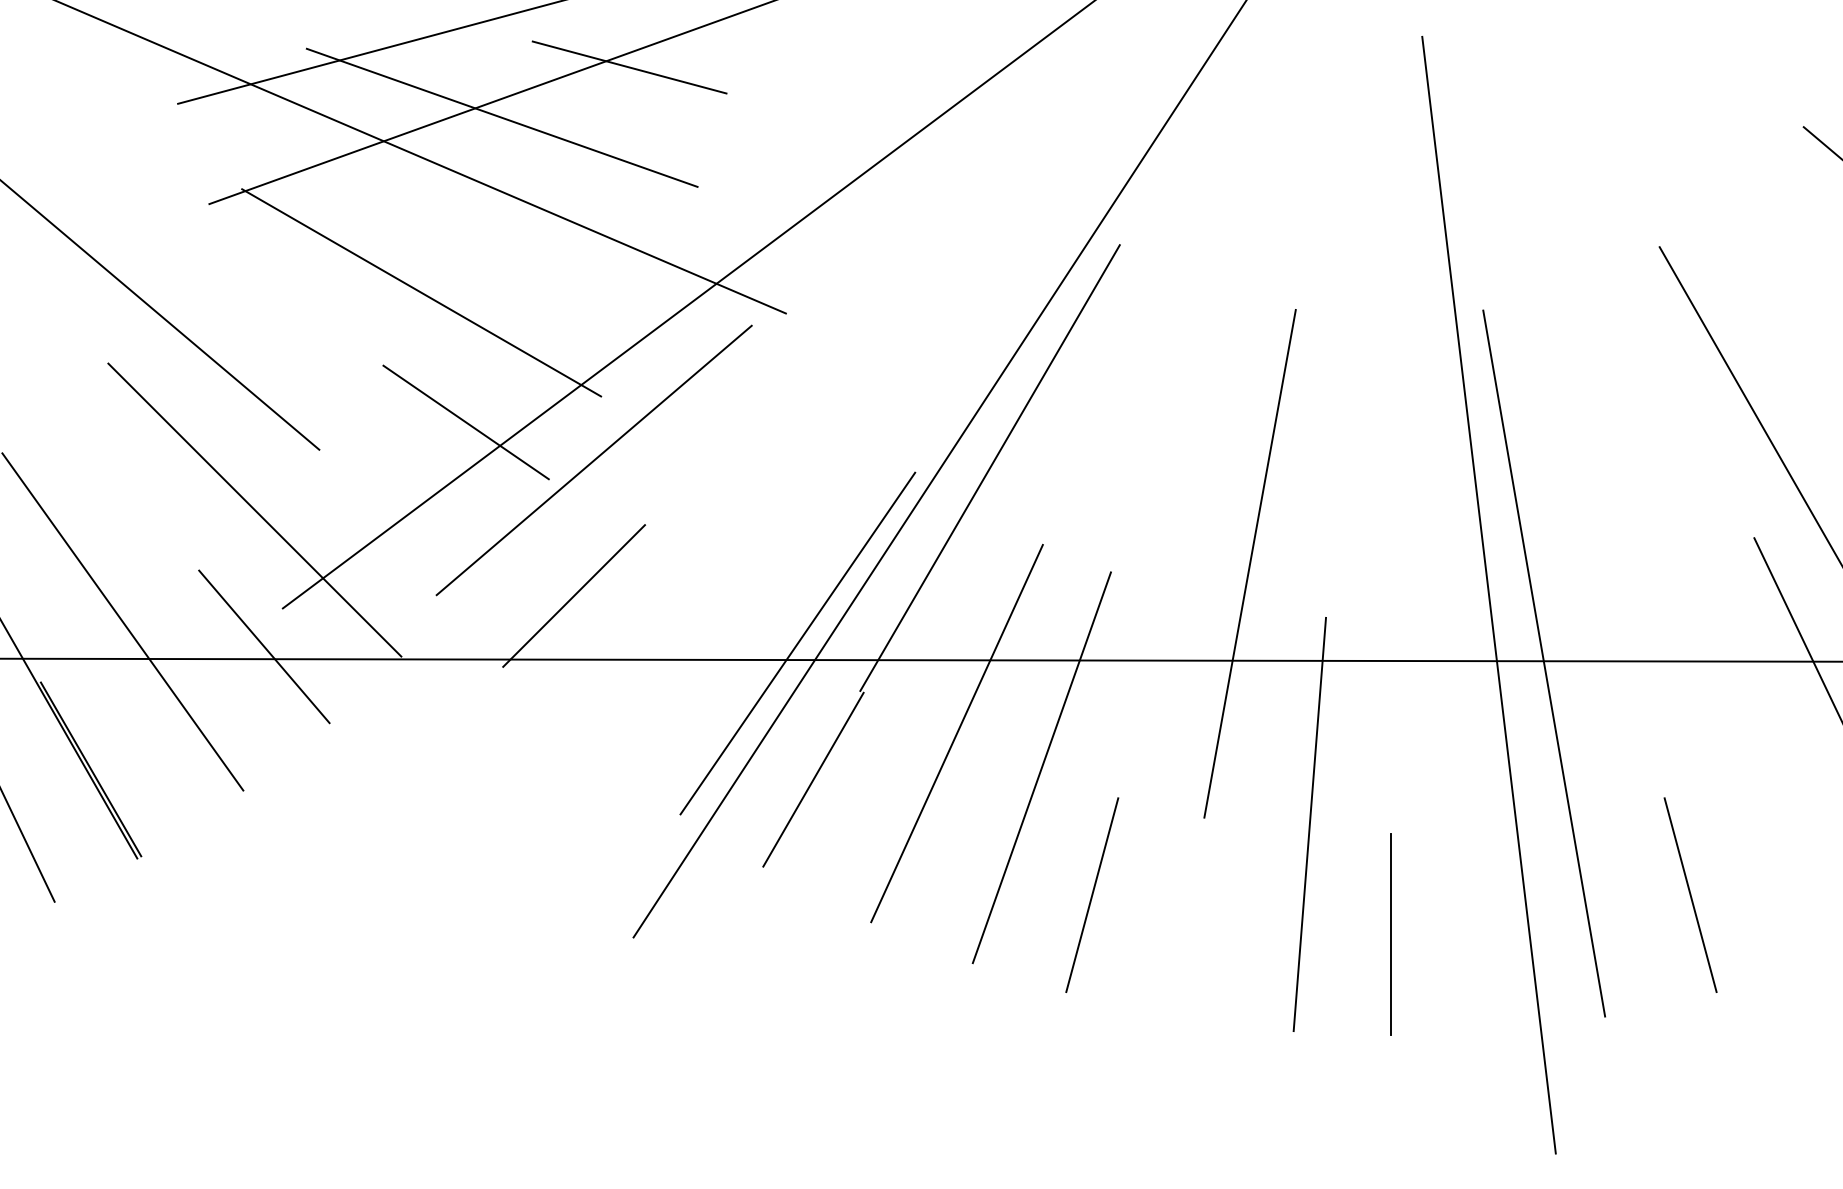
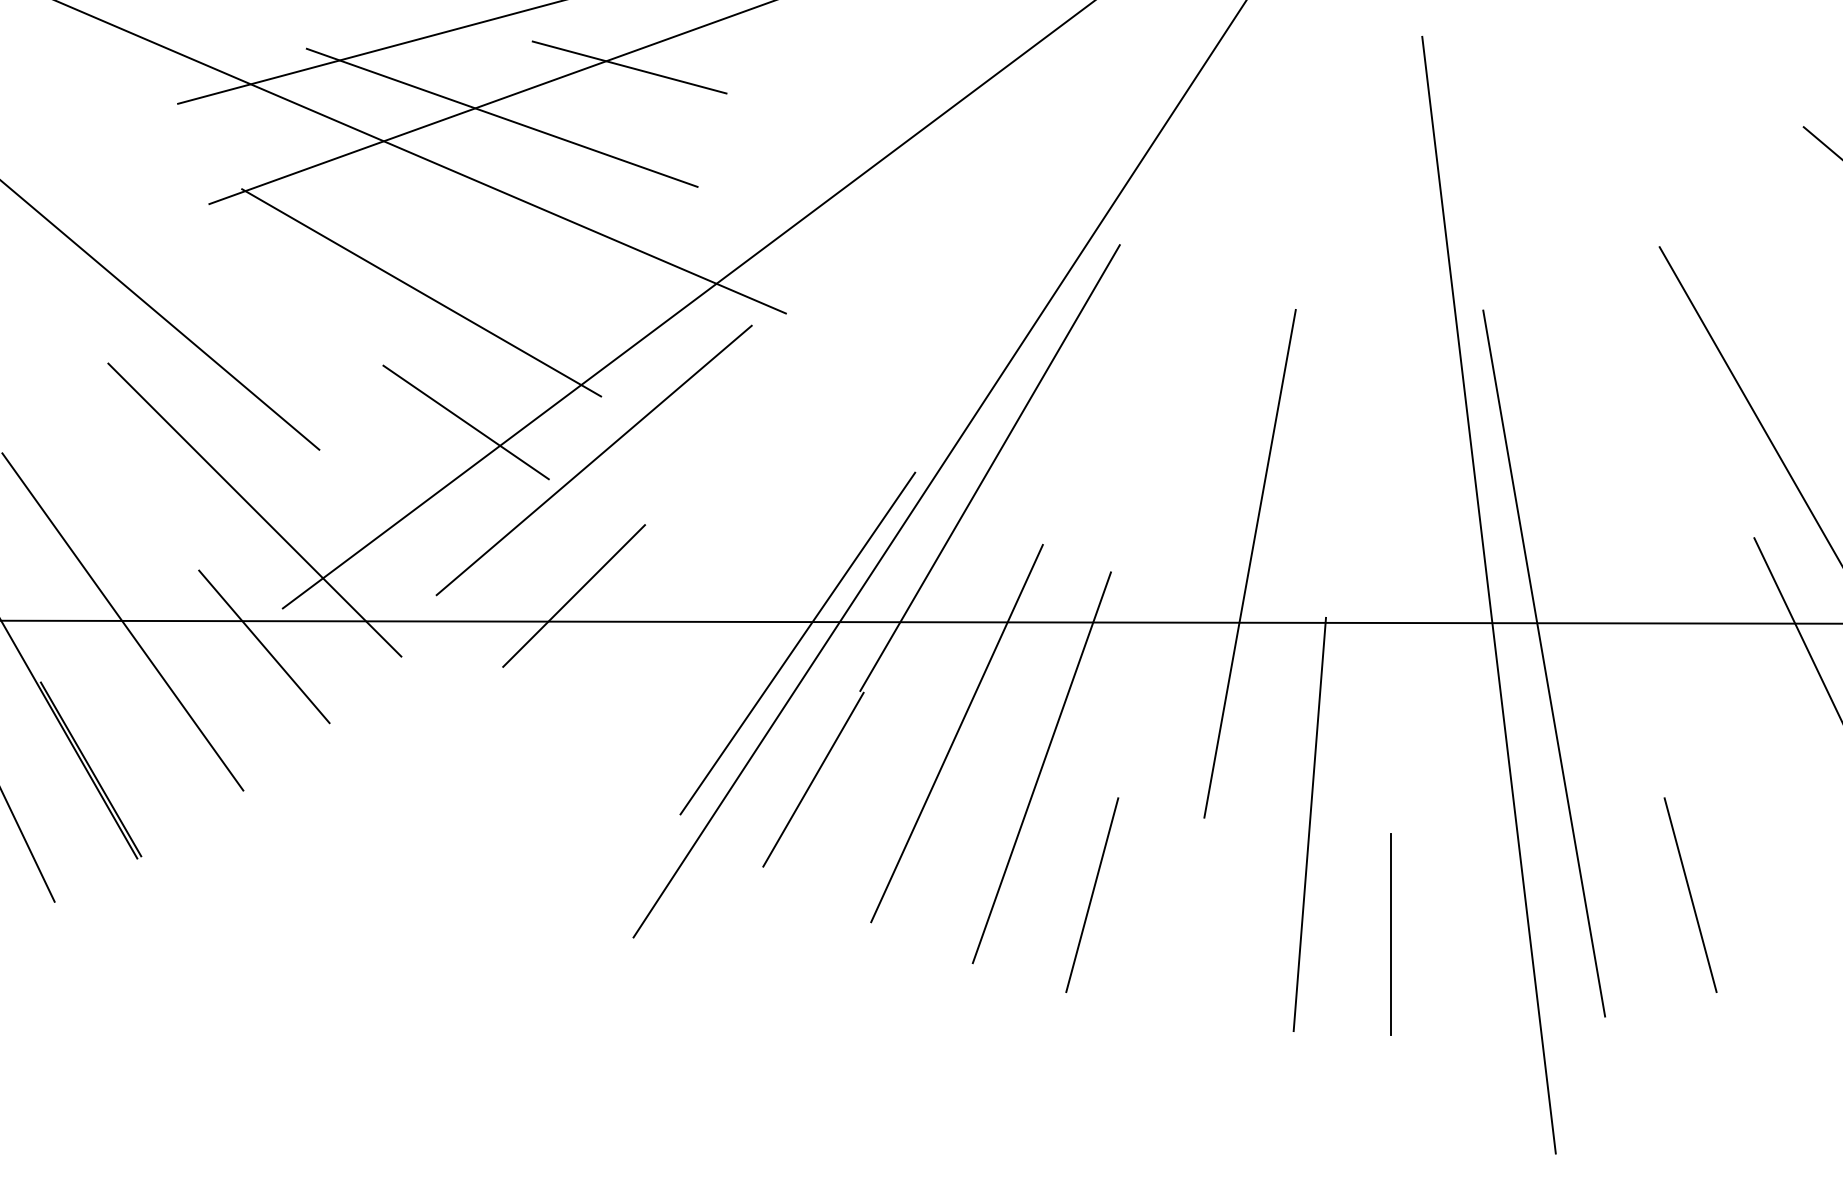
line at (920, 659) position: (920, 659) -> (920, 621)
